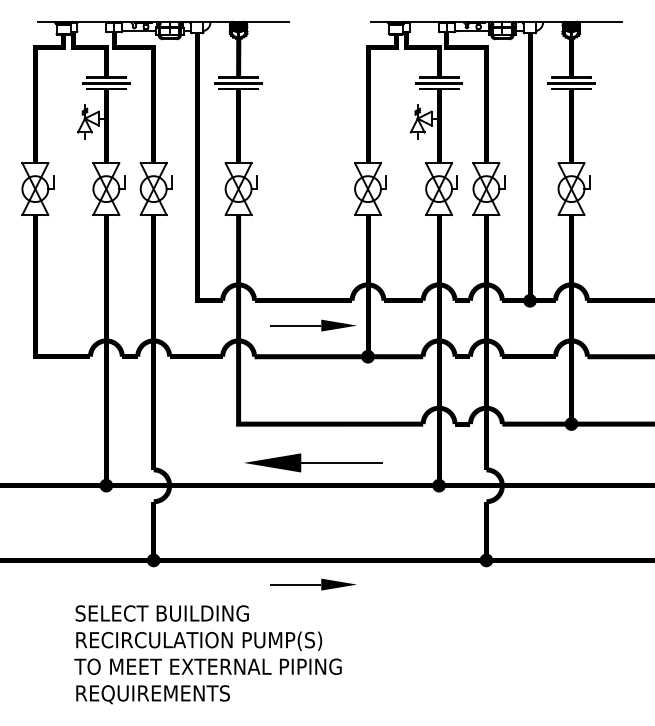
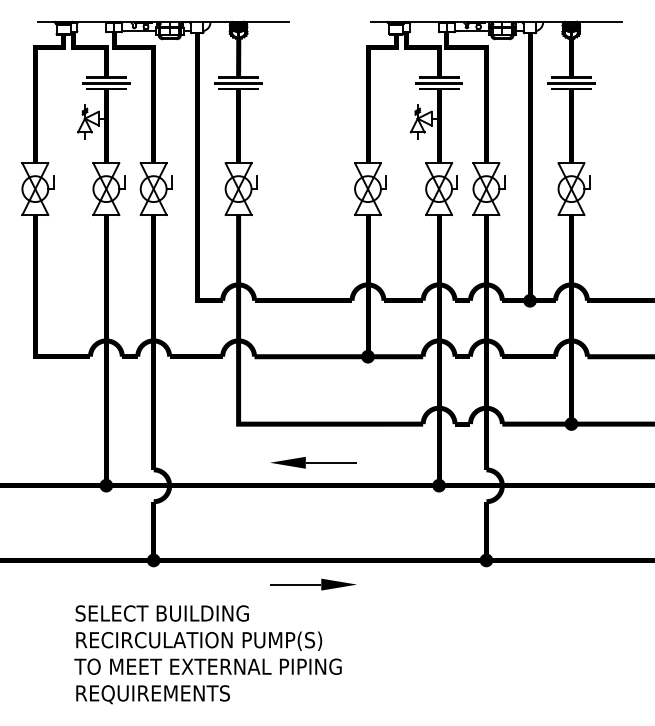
part at (313, 325): present -> none
part at (313, 462) size: 139x20 px -> 87x13 px
